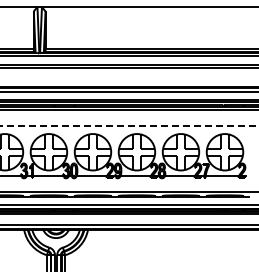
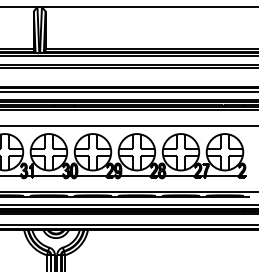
line at (129, 125): dashed -> solid
